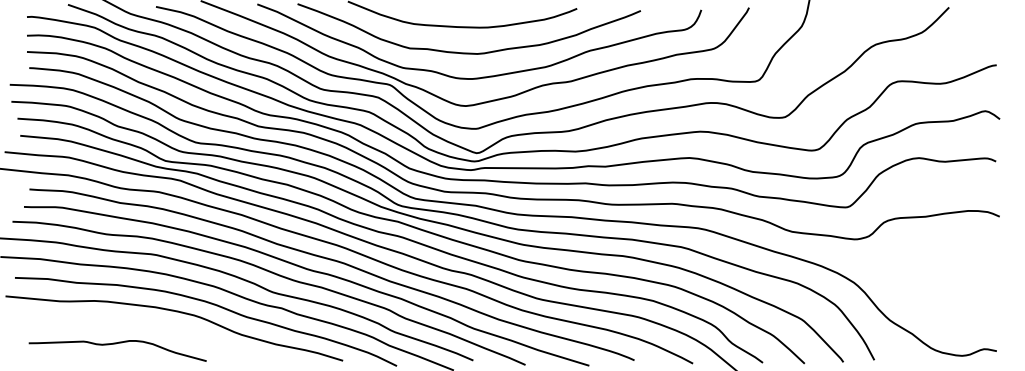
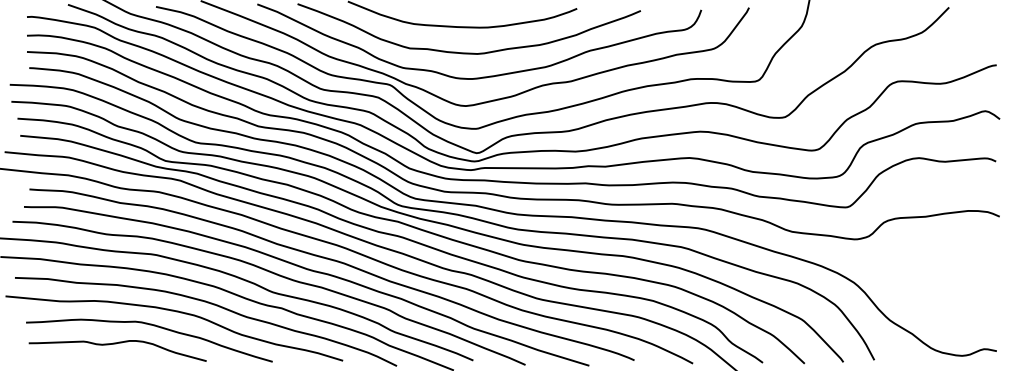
curve at (153, 326): none -> present
